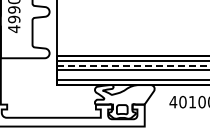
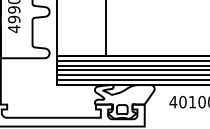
line at (105, 28): none -> present
line at (133, 65): dashed -> solid
line at (131, 75): none -> present
